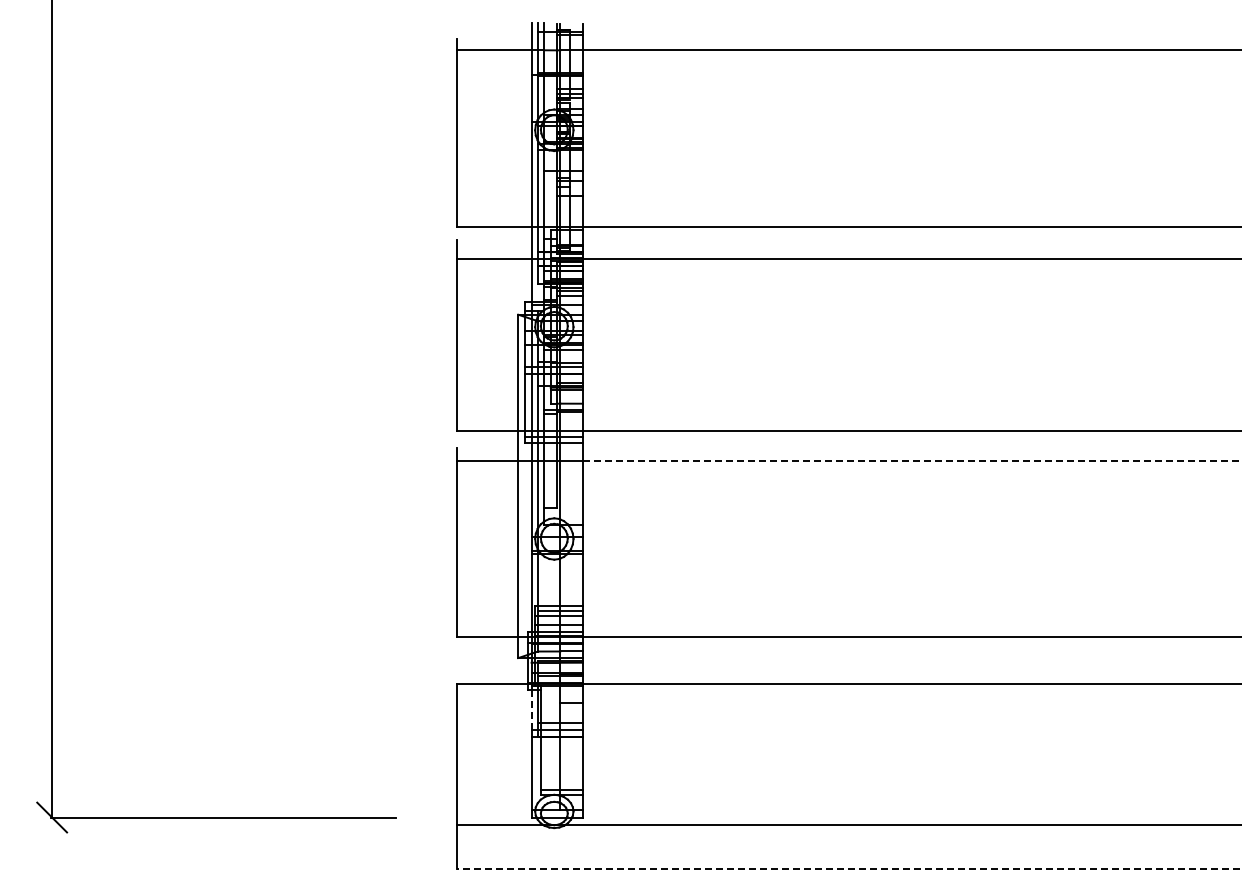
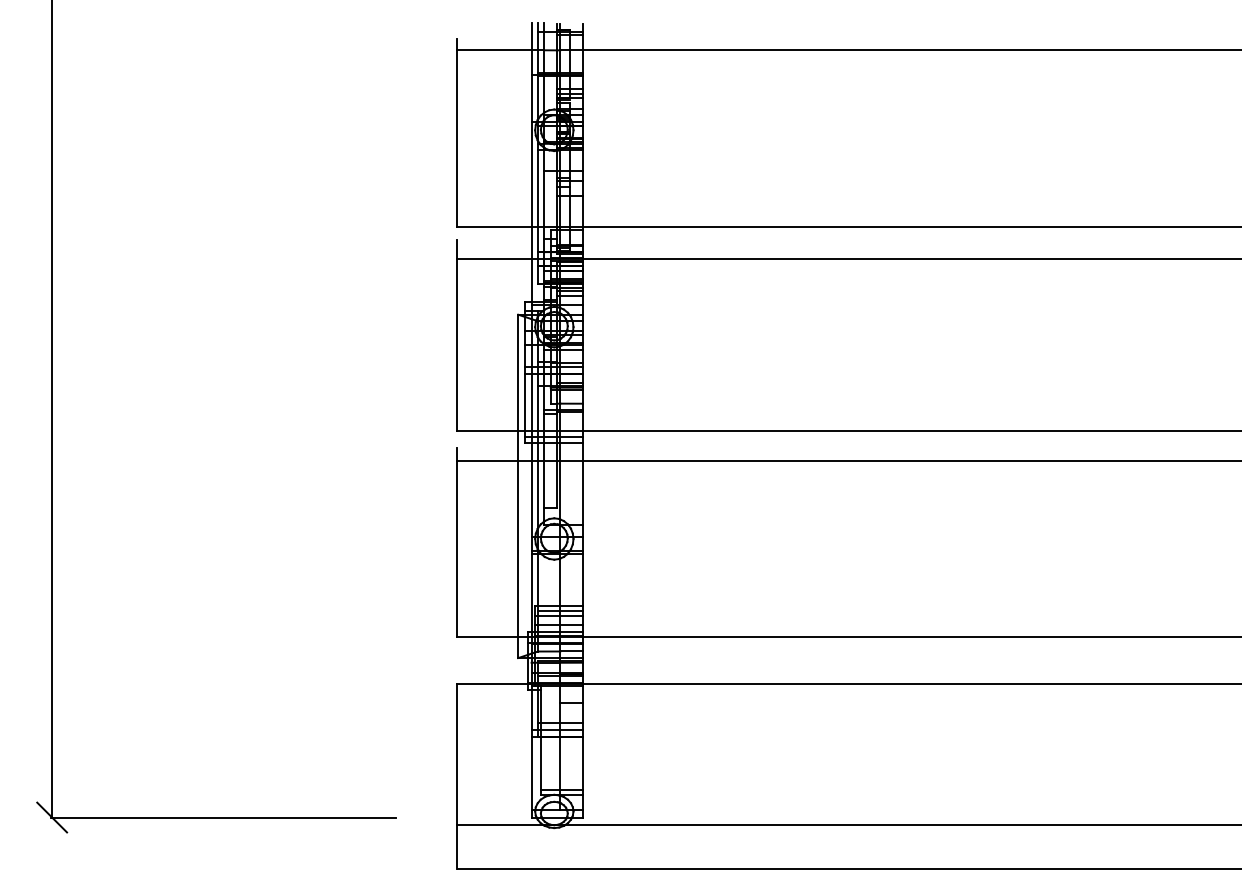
line at (912, 461): dashed -> solid
line at (531, 709): dashed -> solid
line at (849, 869): dashed -> solid
